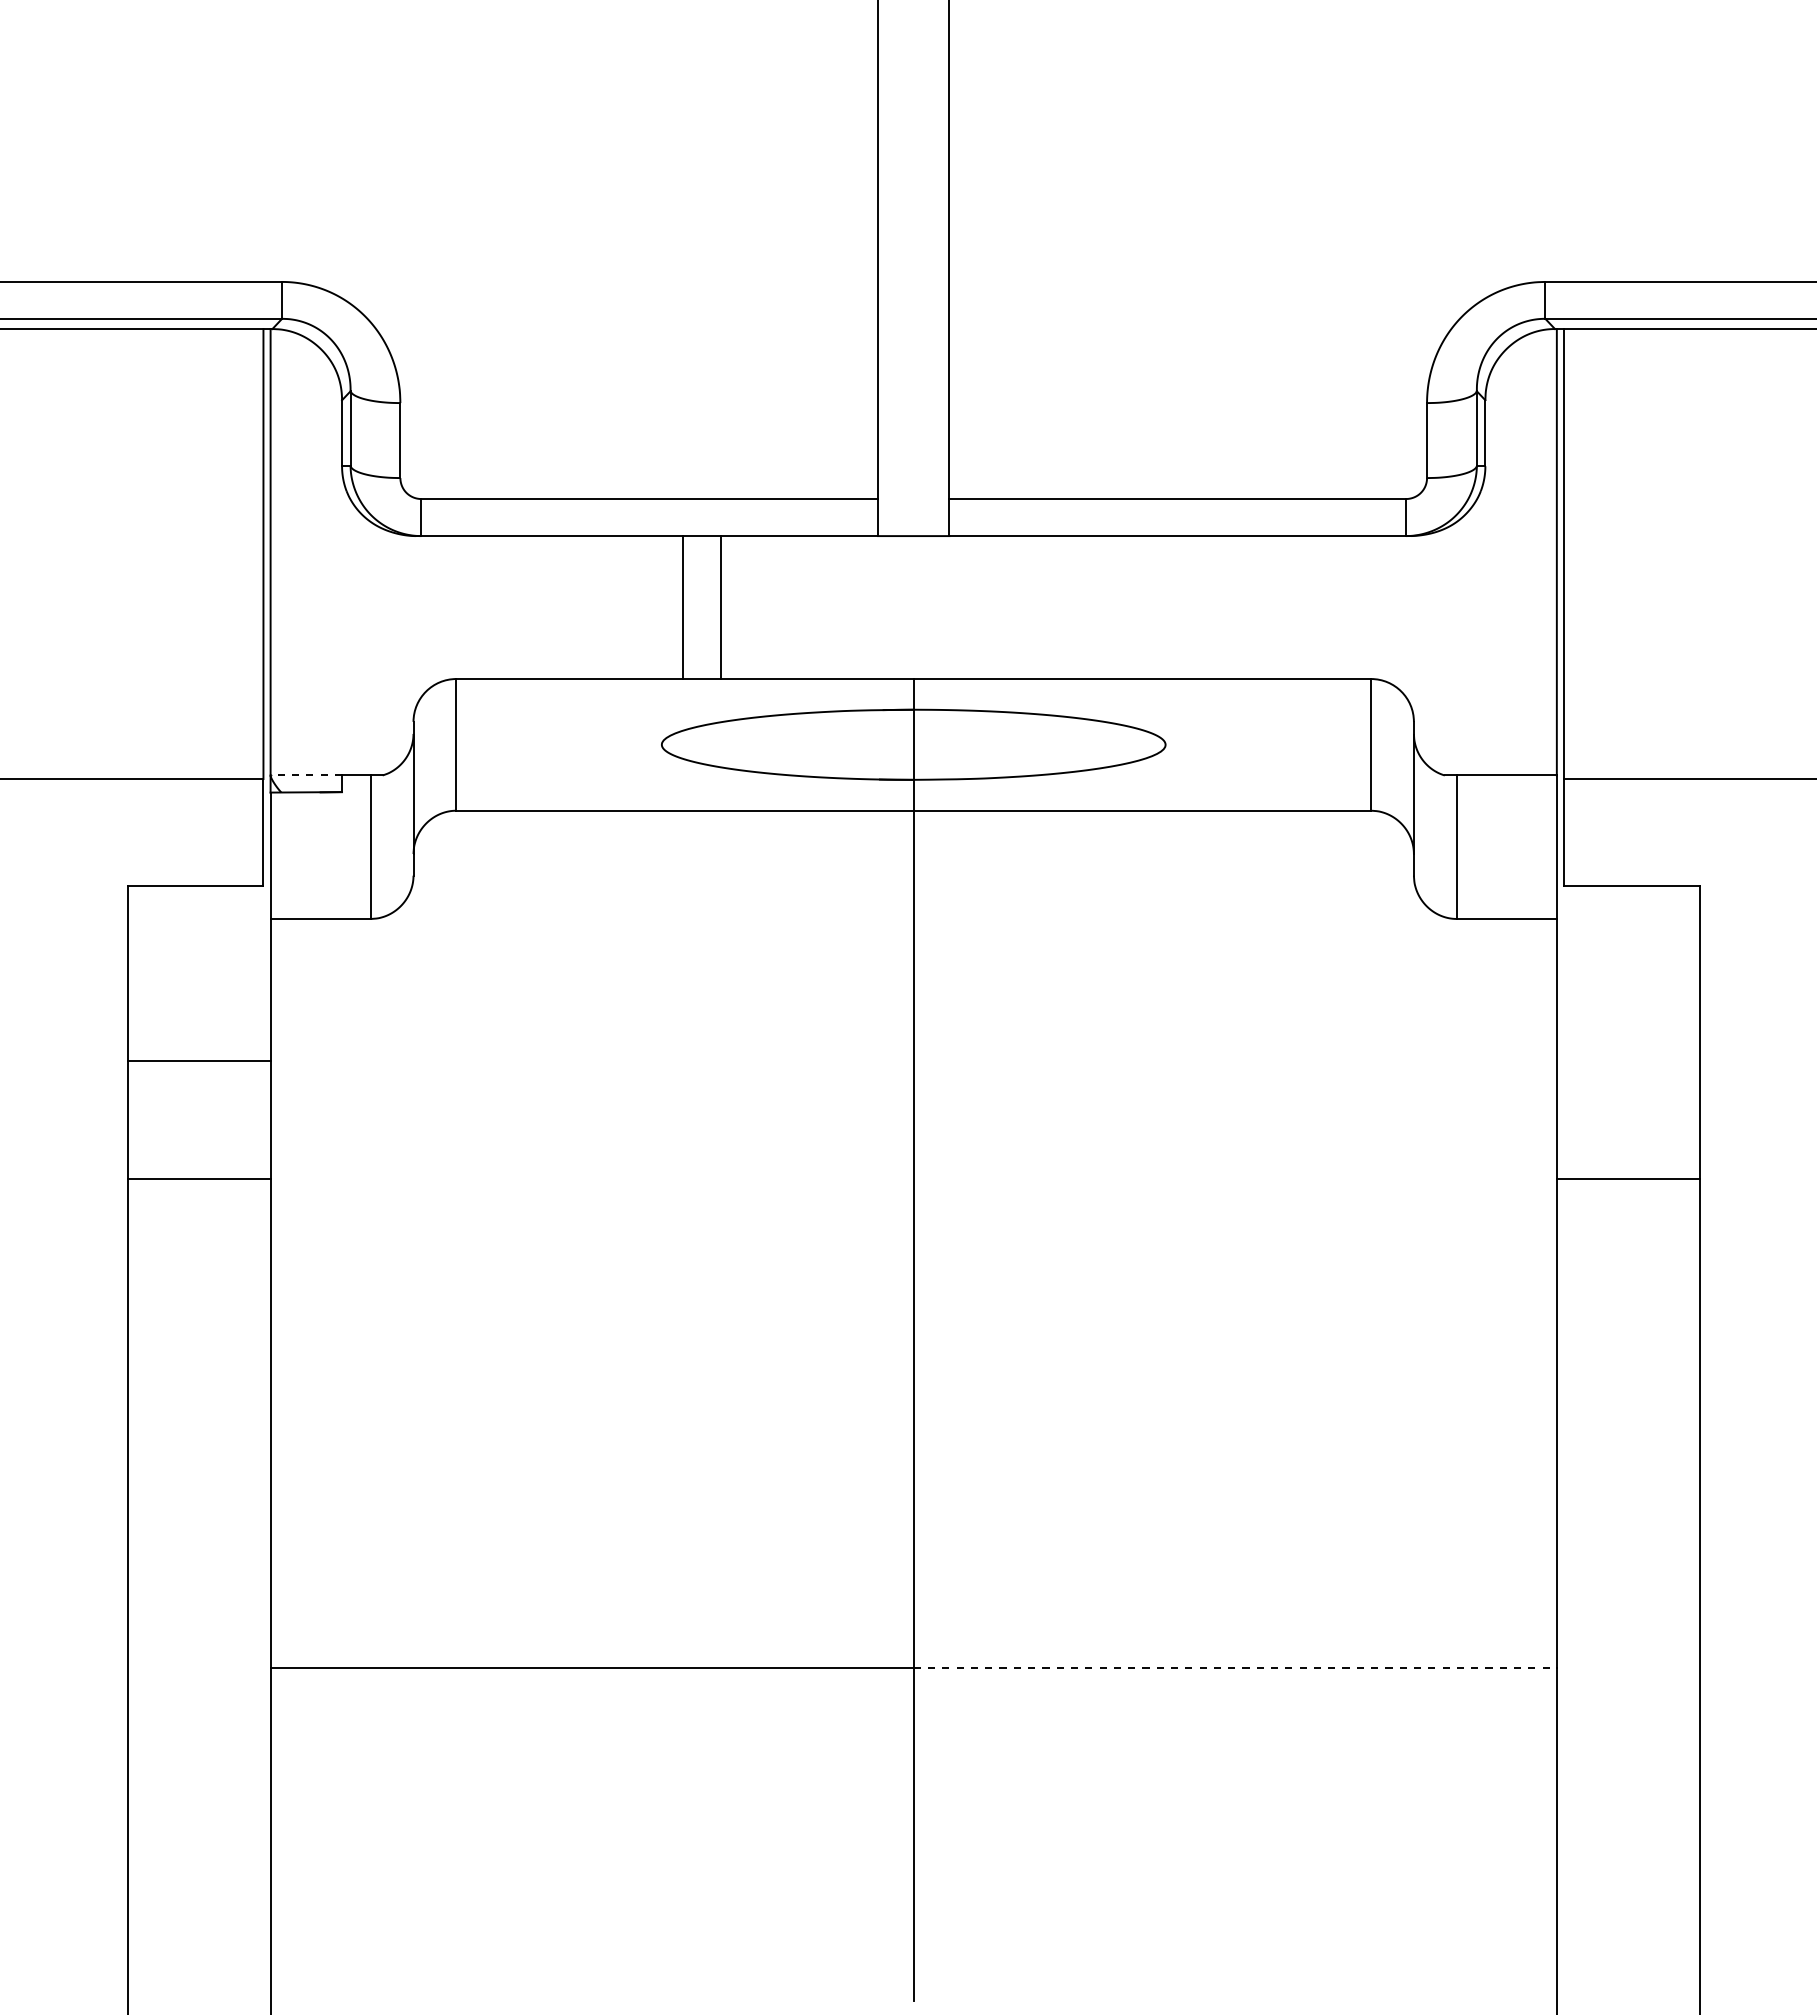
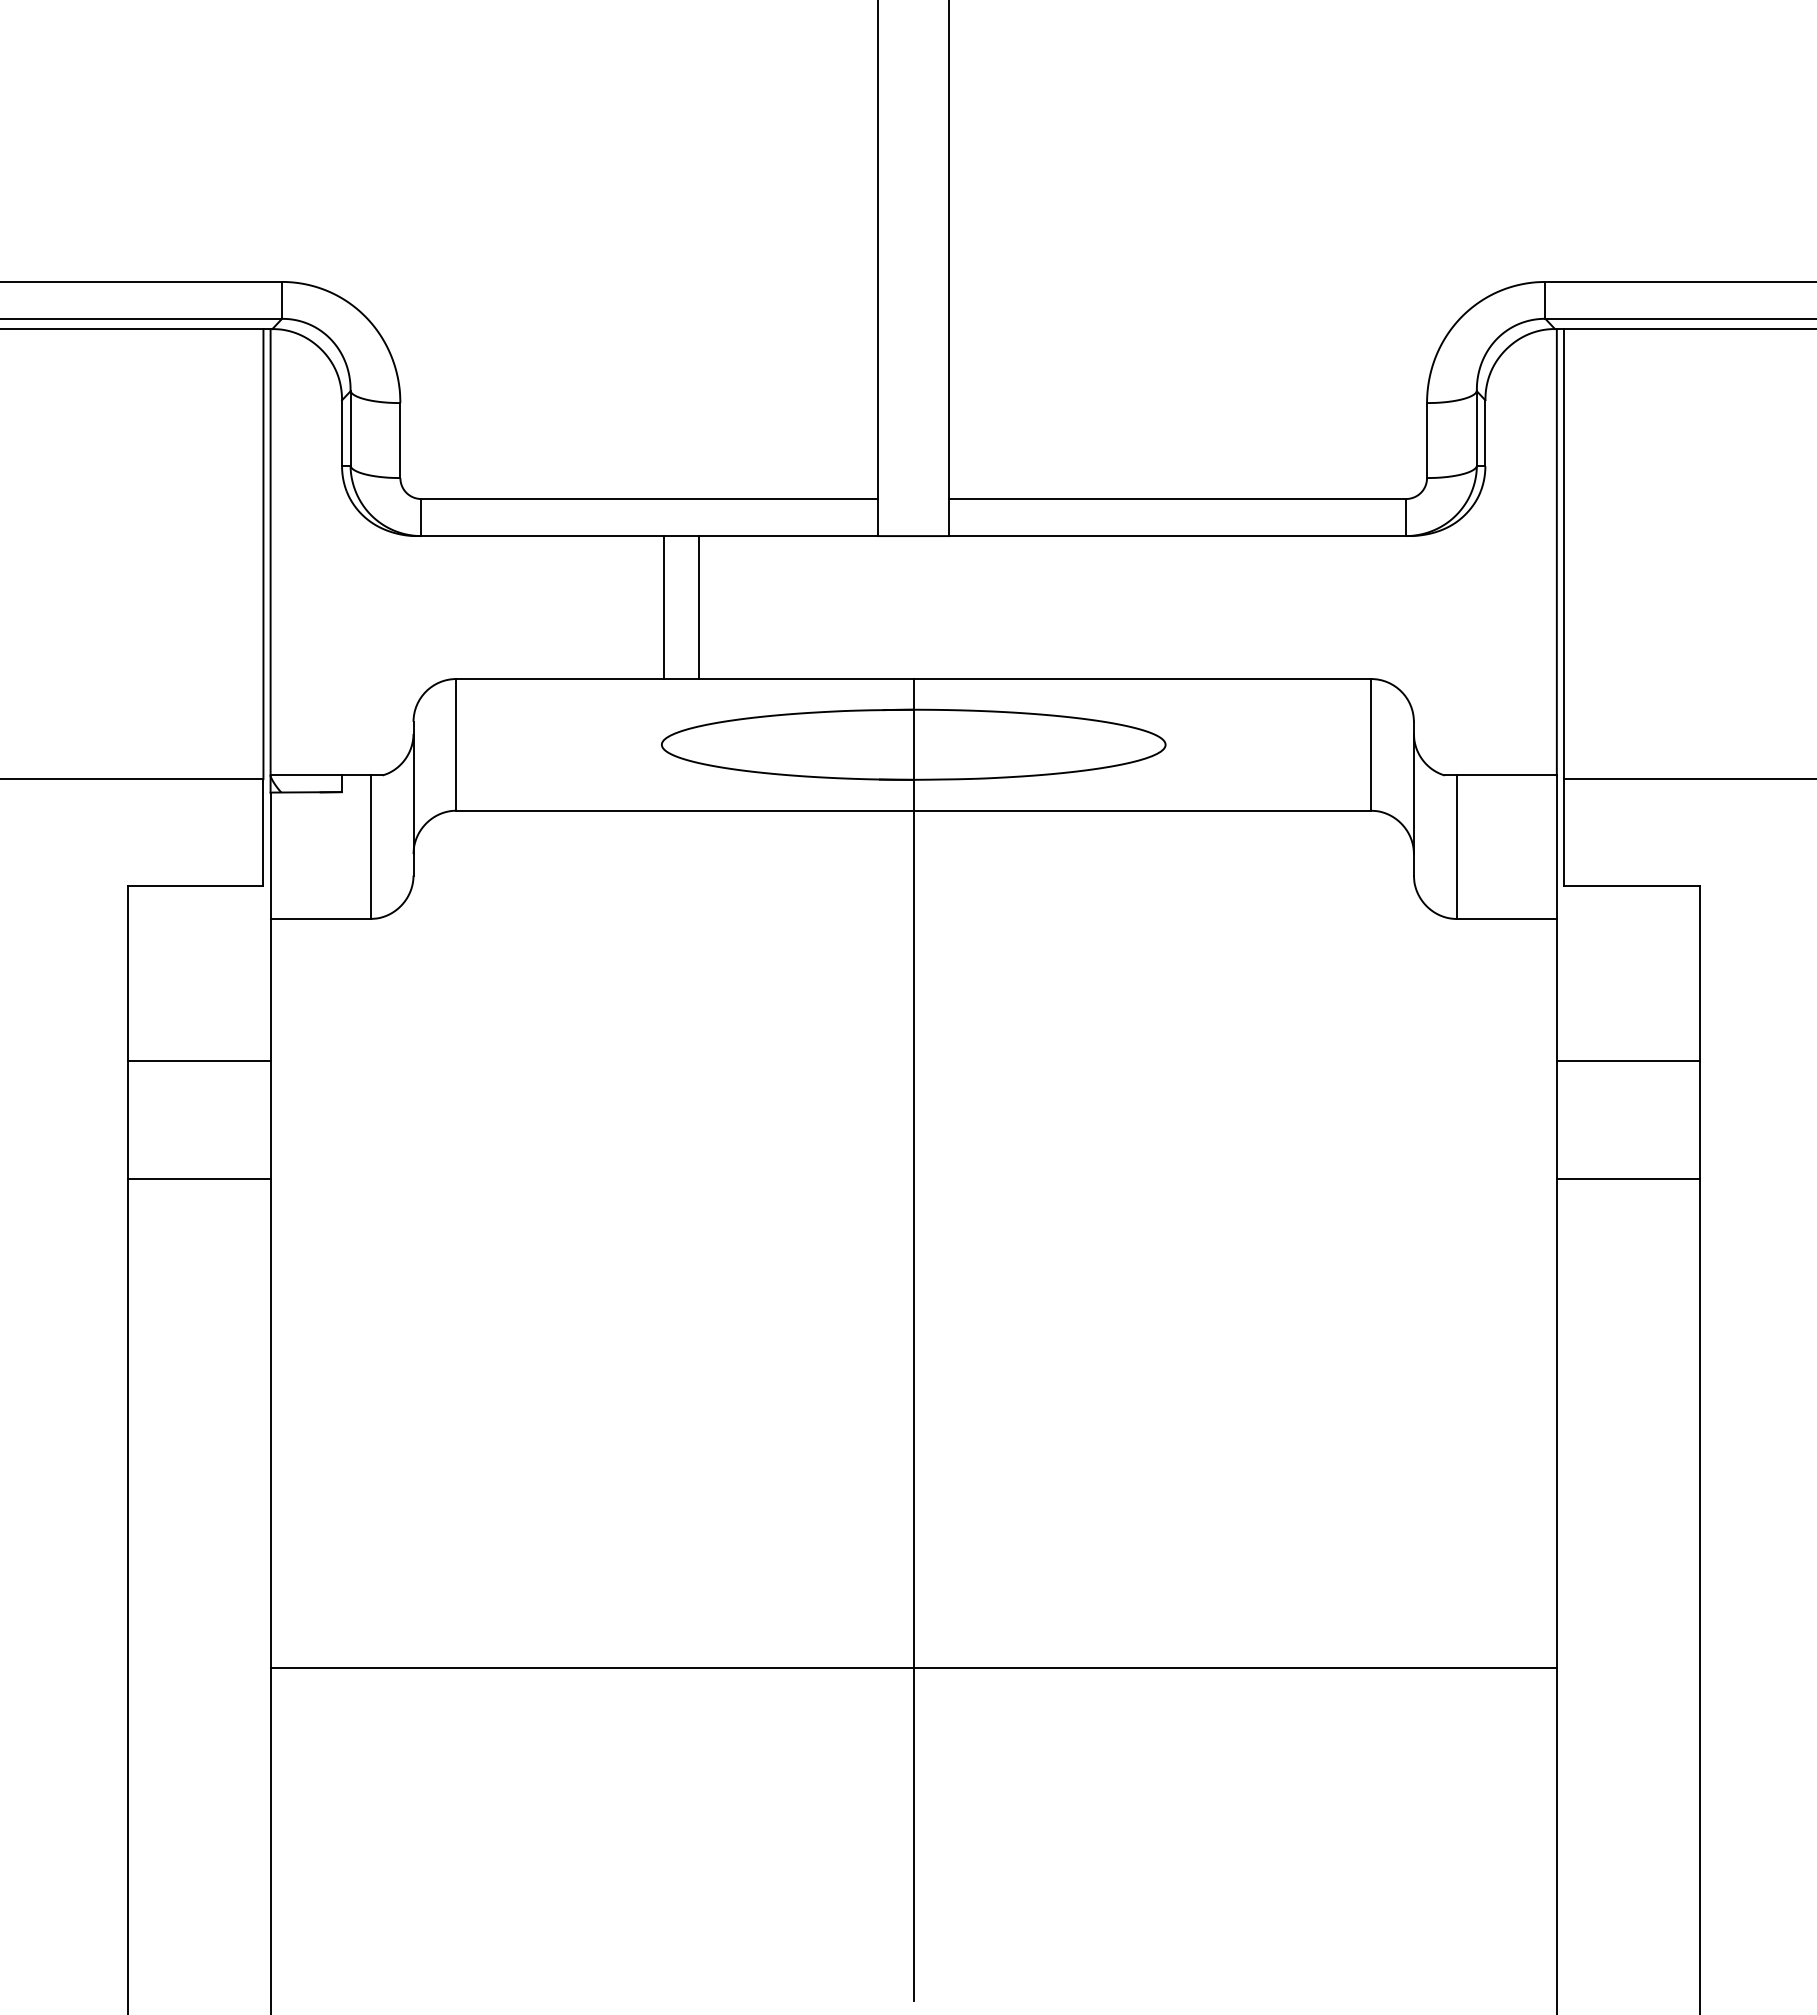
line at (682, 607) position: (682, 607) -> (663, 607)
line at (721, 607) position: (721, 607) -> (699, 607)
line at (306, 775): dashed -> solid
line at (1627, 1061): none -> present
line at (1235, 1668): dashed -> solid
